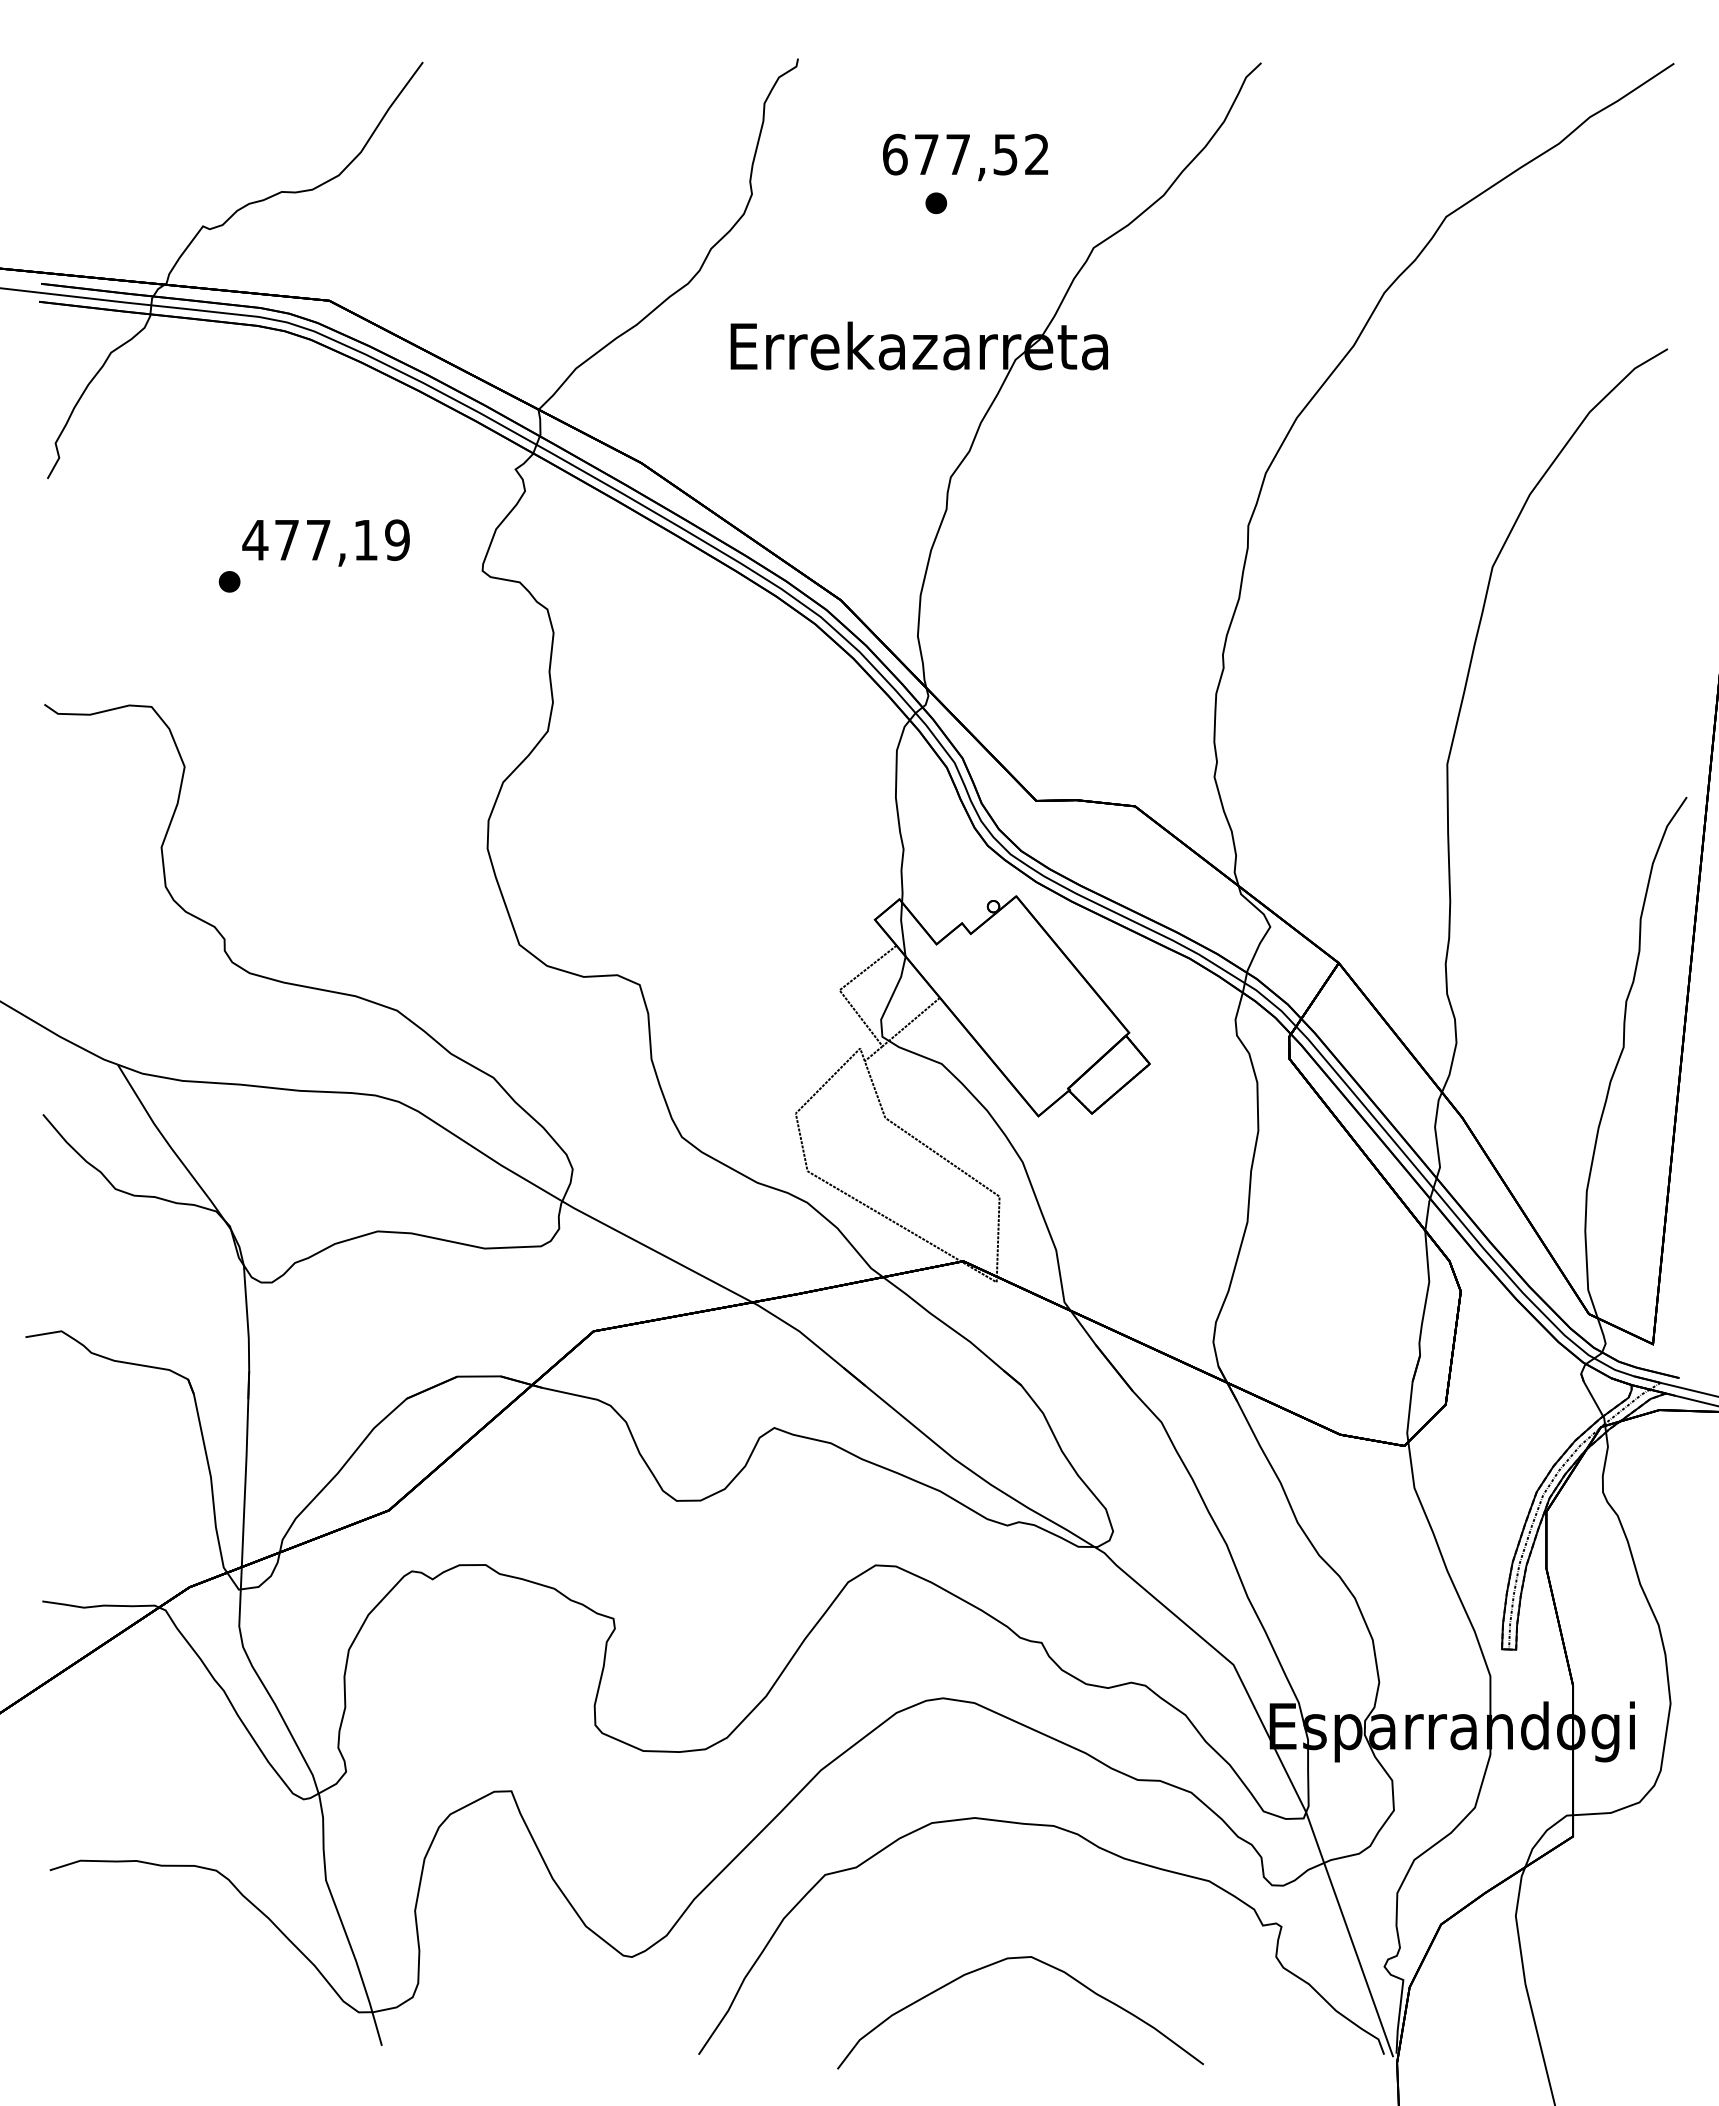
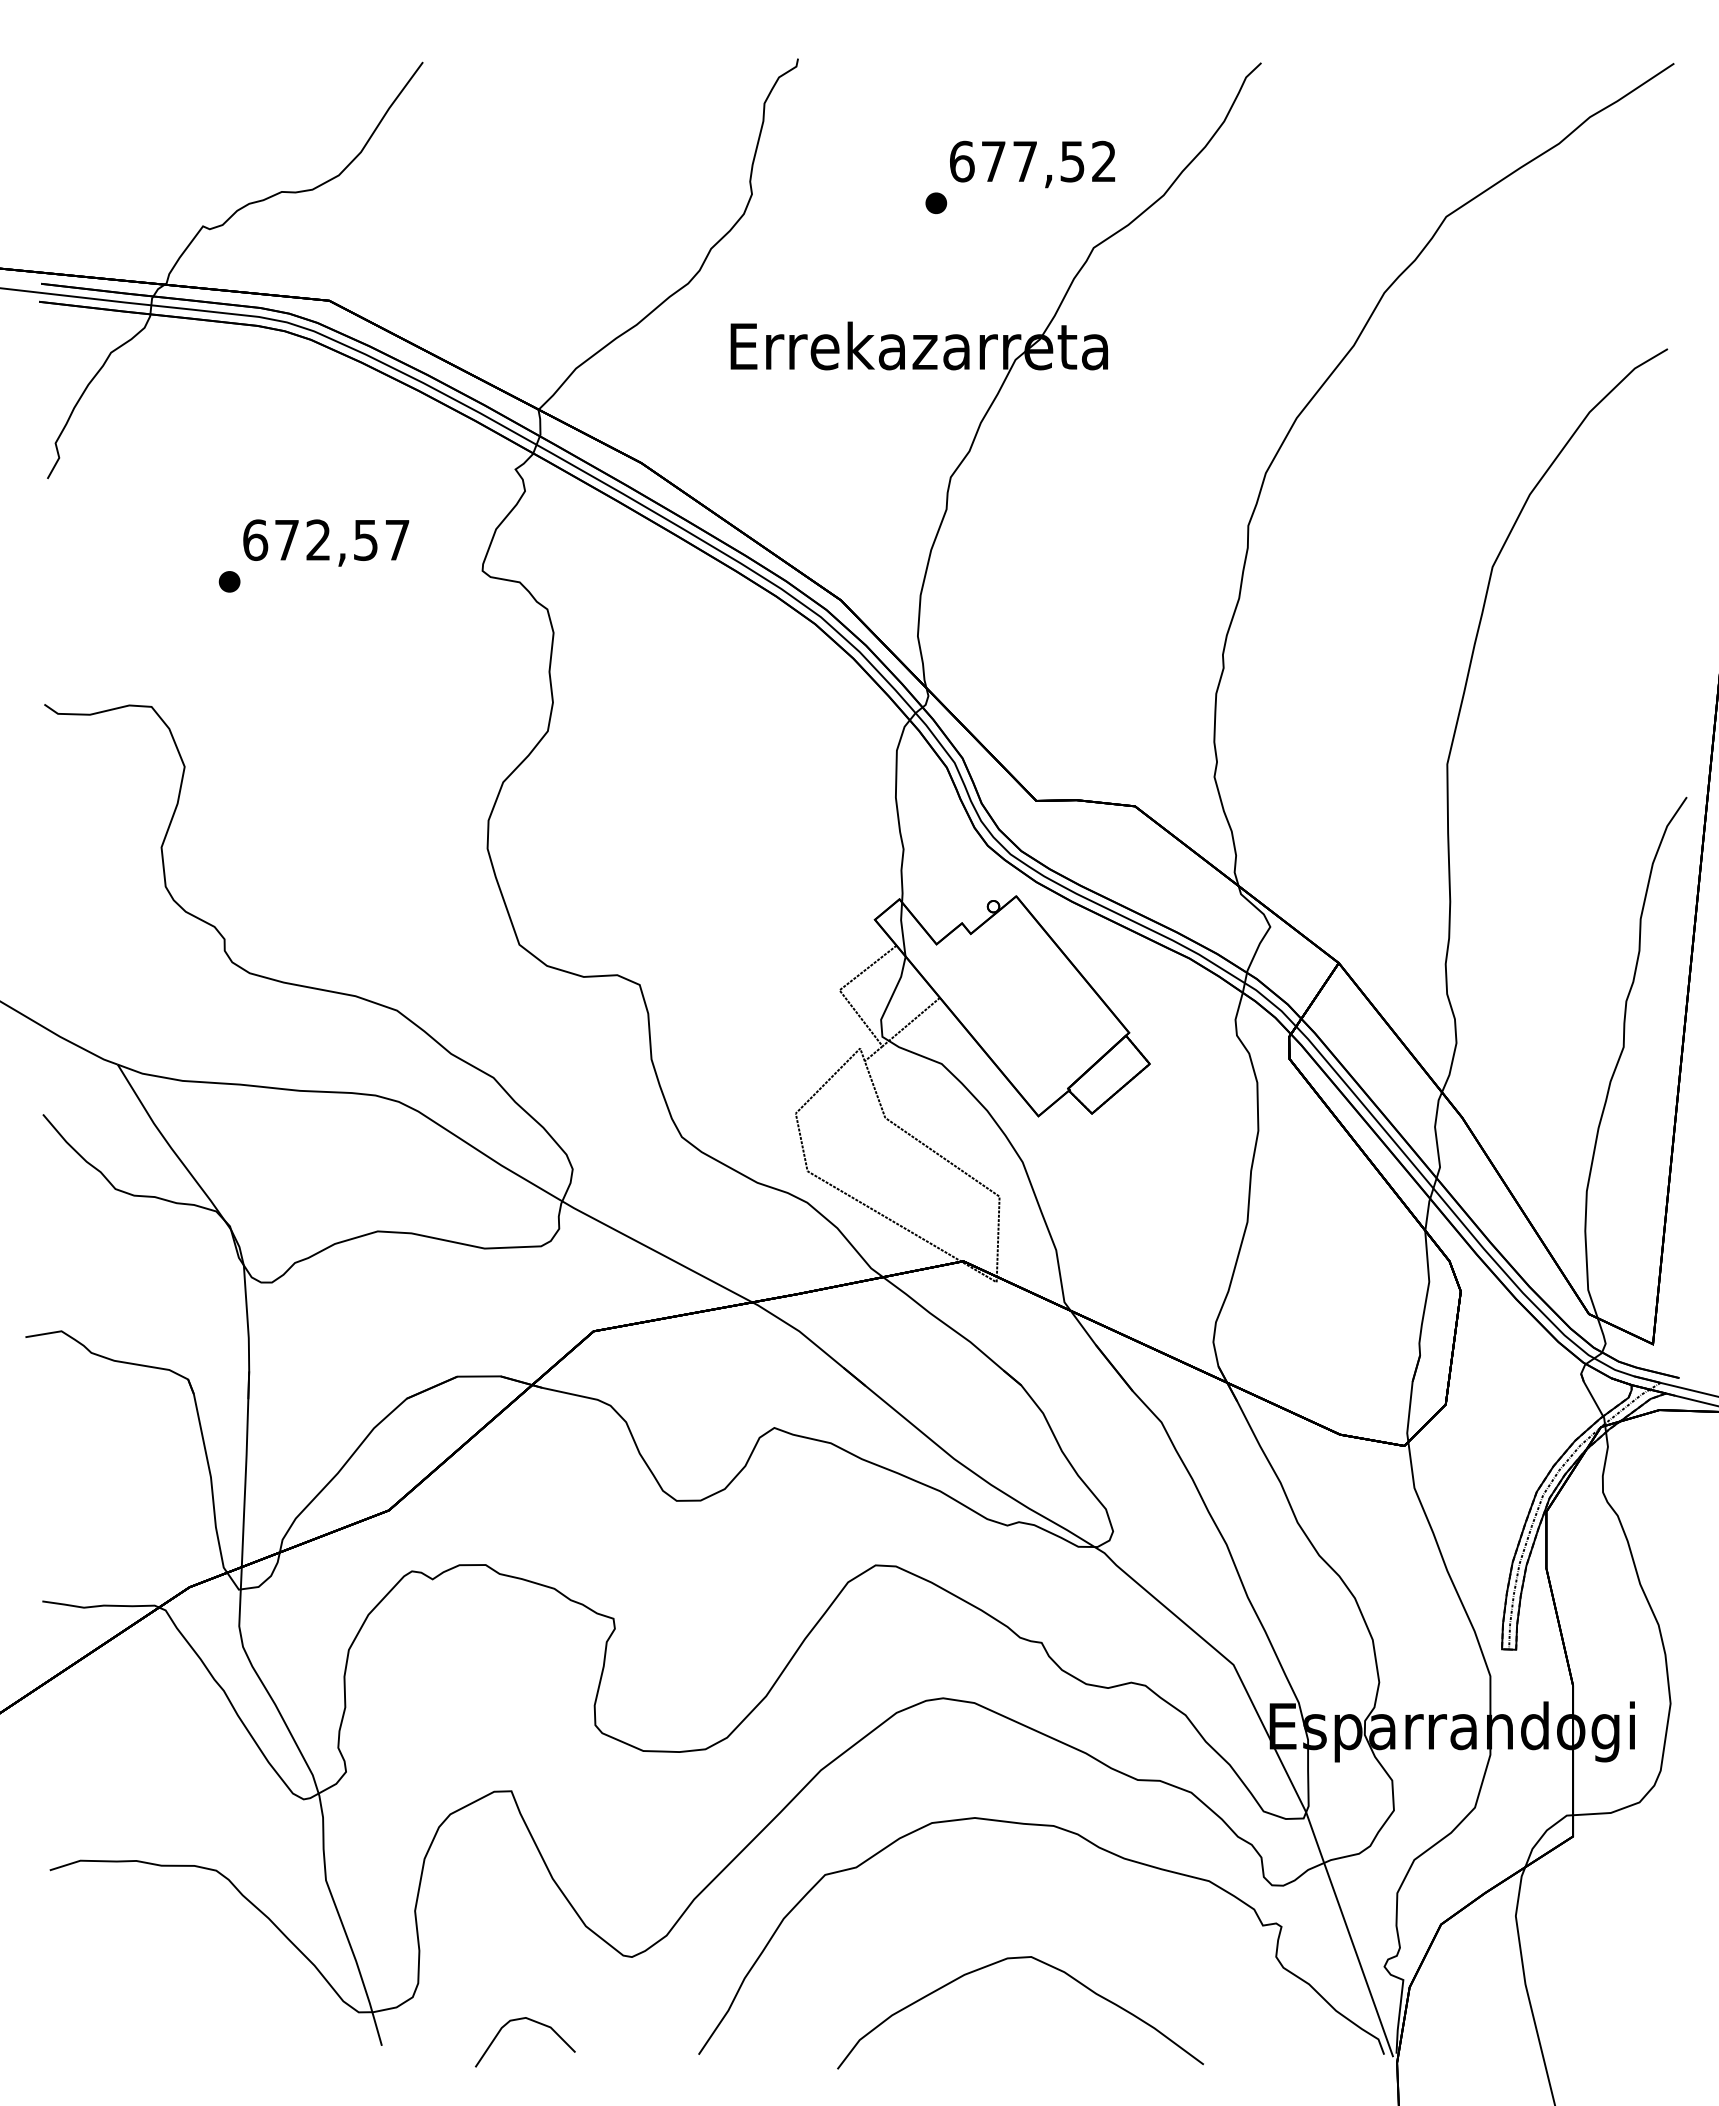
text at (965, 157) position: (965, 157) -> (1032, 164)
text at (325, 540): 477,19 -> 672,57
curve at (534, 2022): none -> present
